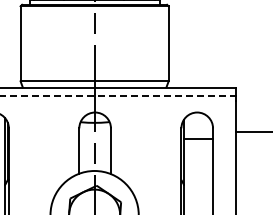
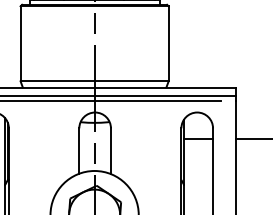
line at (118, 95): dashed -> solid
line at (111, 100): none -> present
line at (252, 131) position: (252, 131) -> (252, 138)
